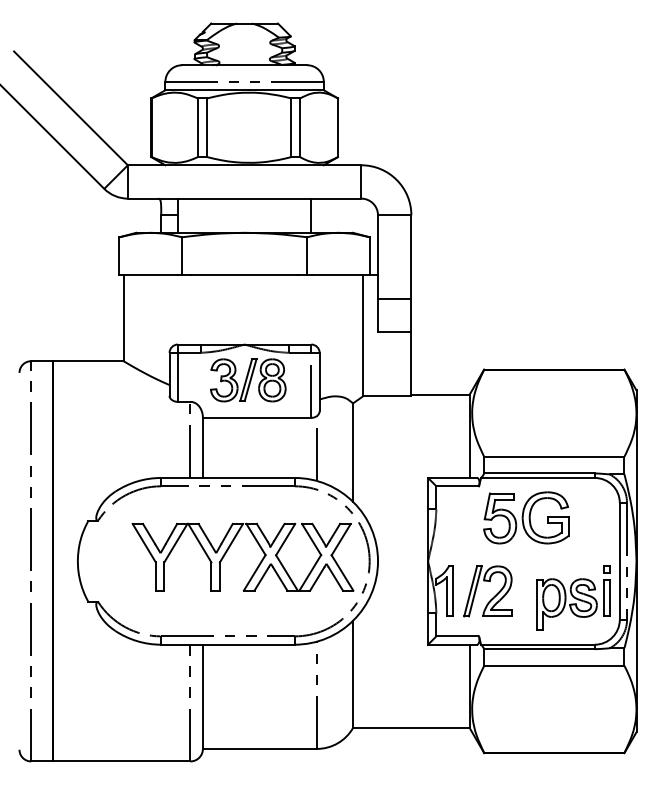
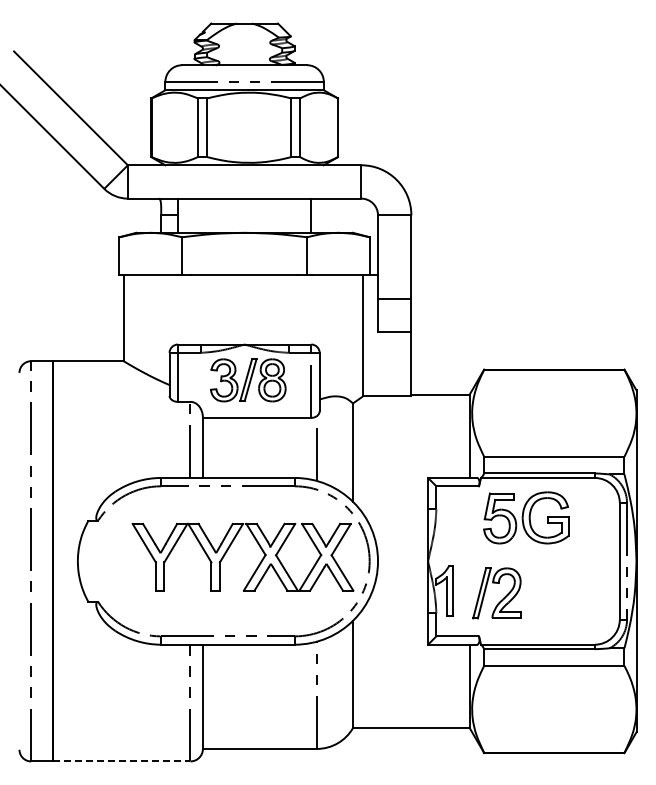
part at (493, 596) position: (493, 596) -> (502, 598)
part at (573, 597): present -> none
line at (121, 761): solid -> dashed
